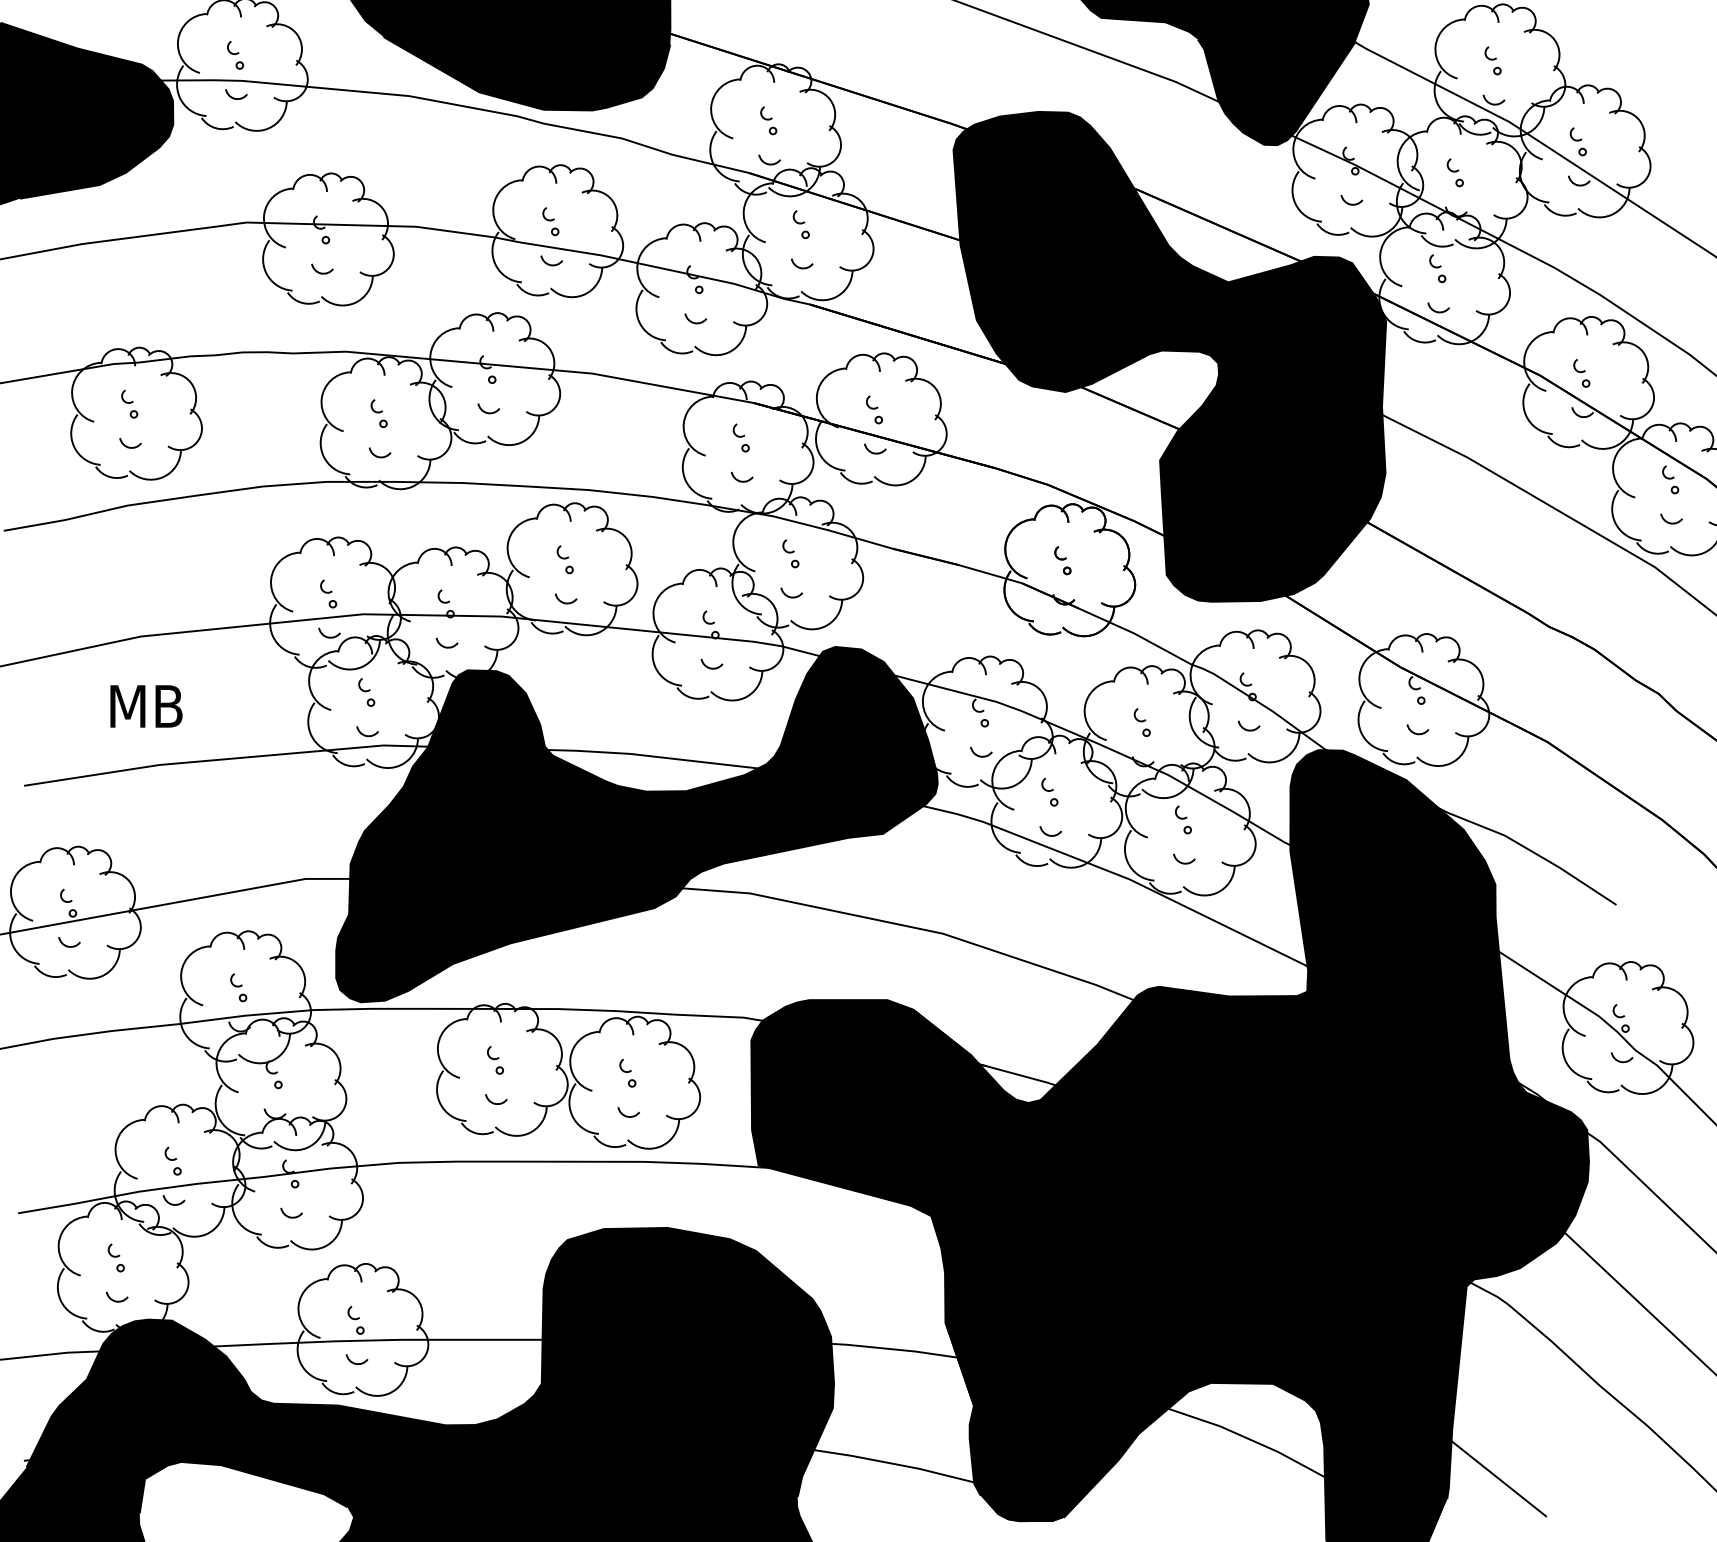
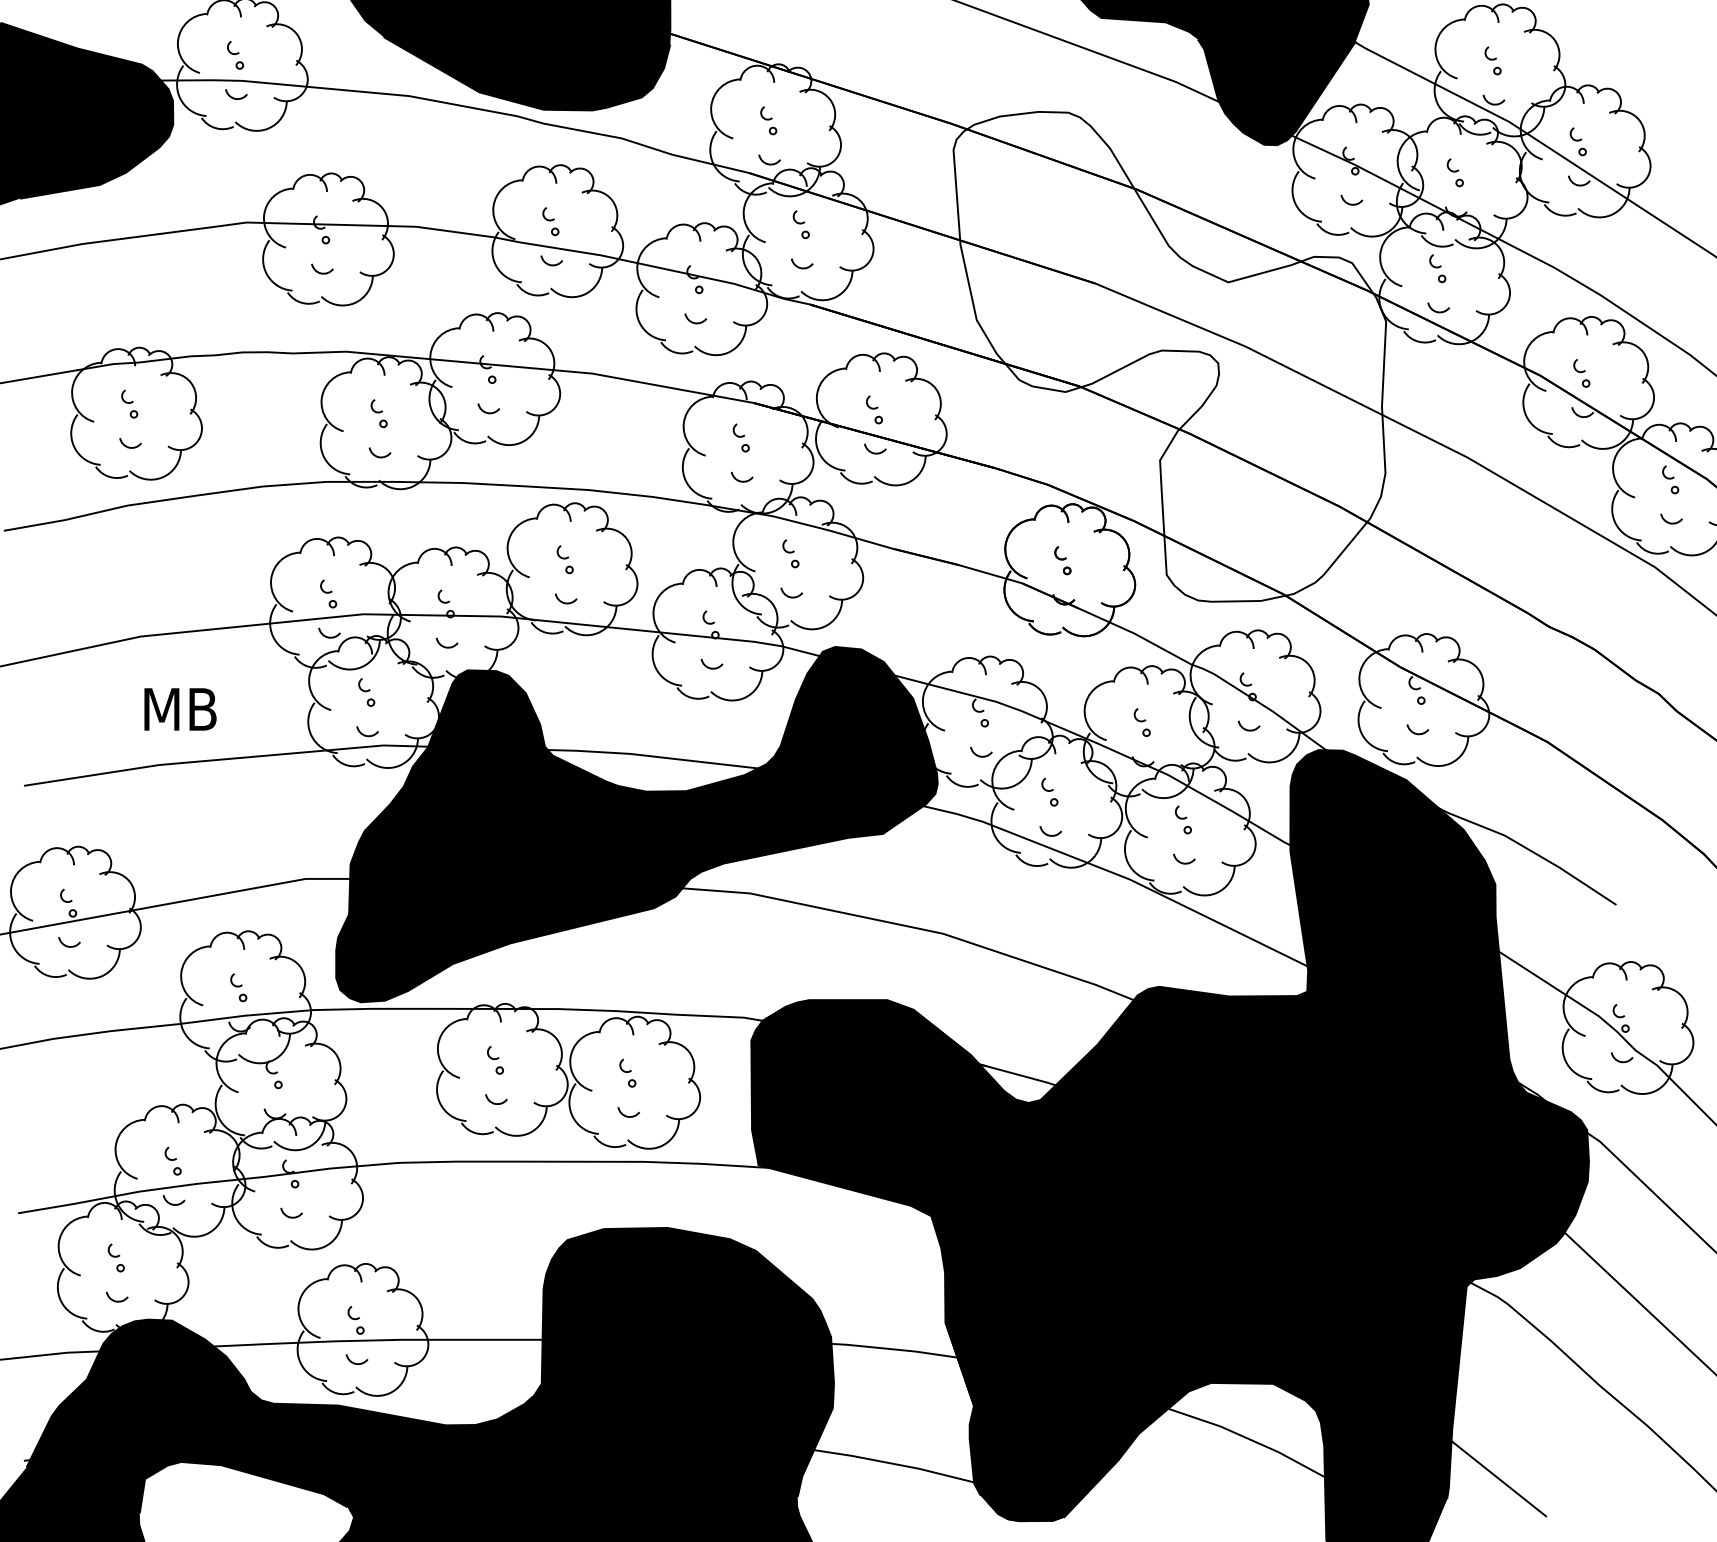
fill at (1169, 356): present -> none
text at (146, 706) position: (146, 706) -> (180, 709)
